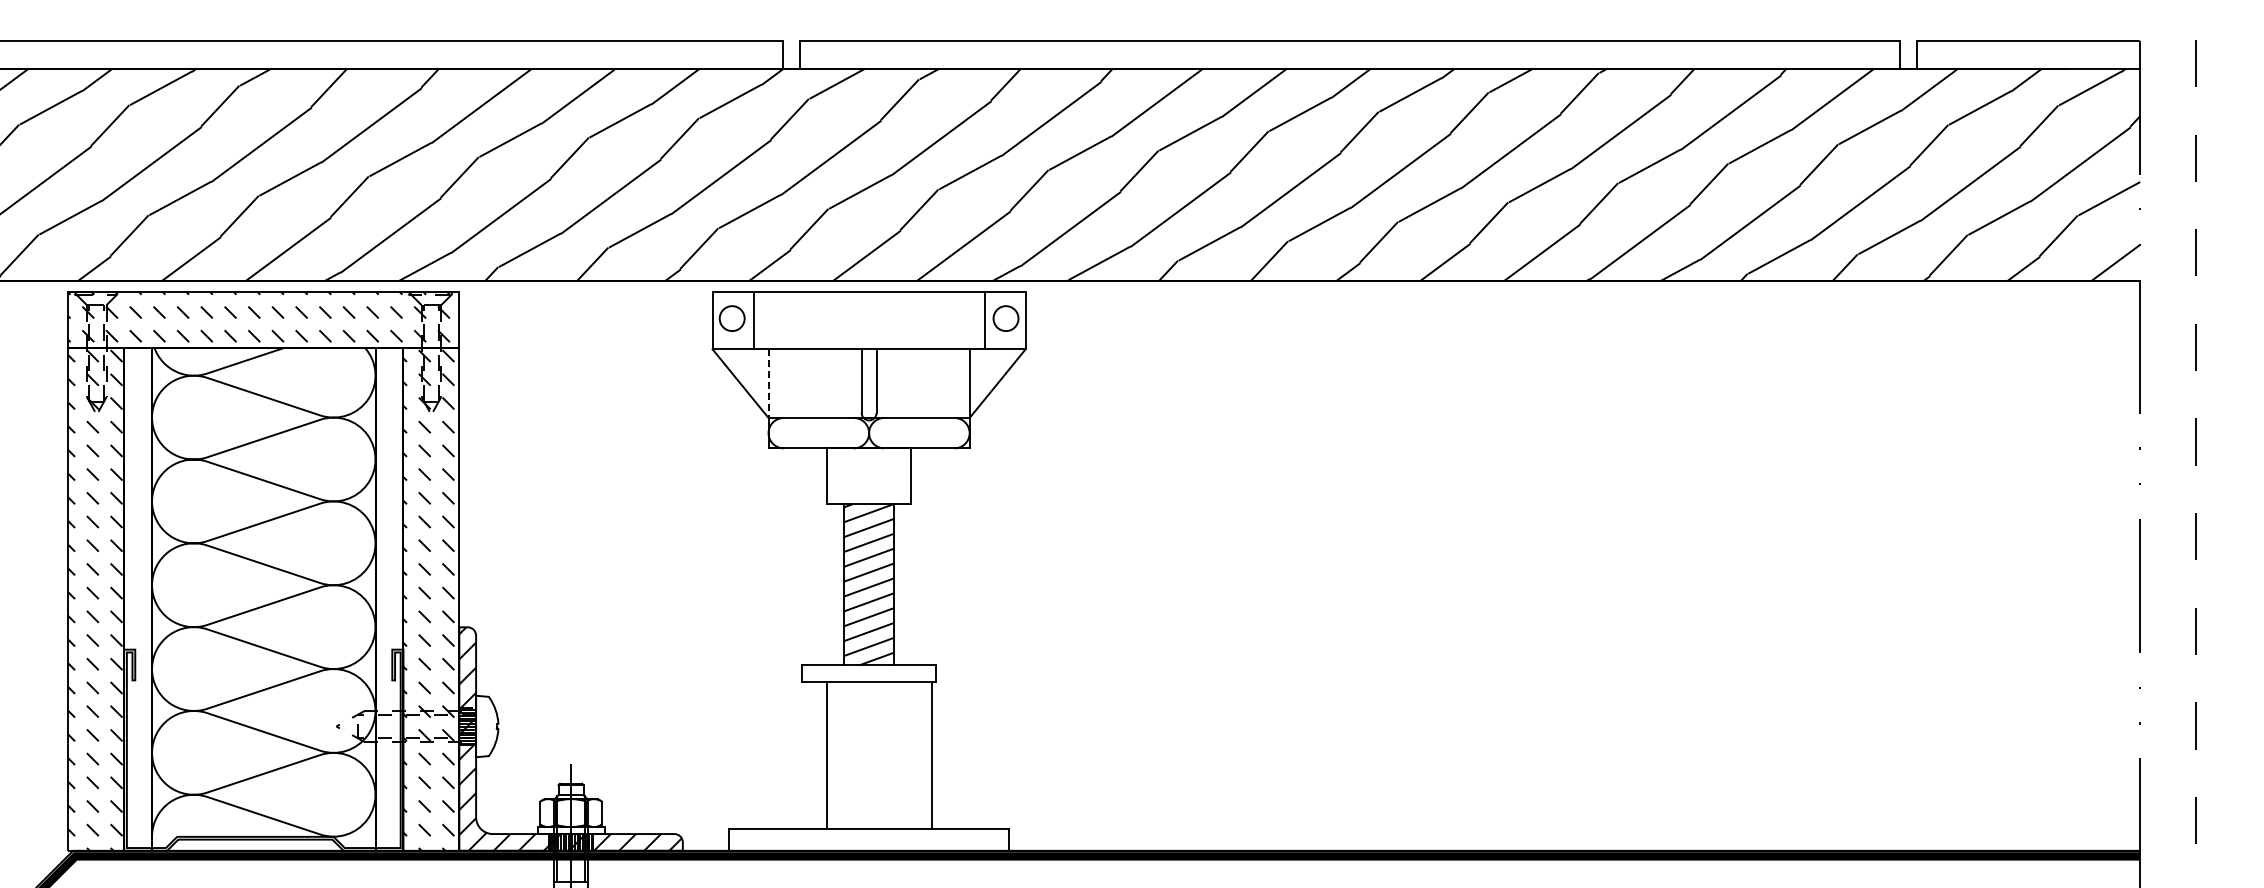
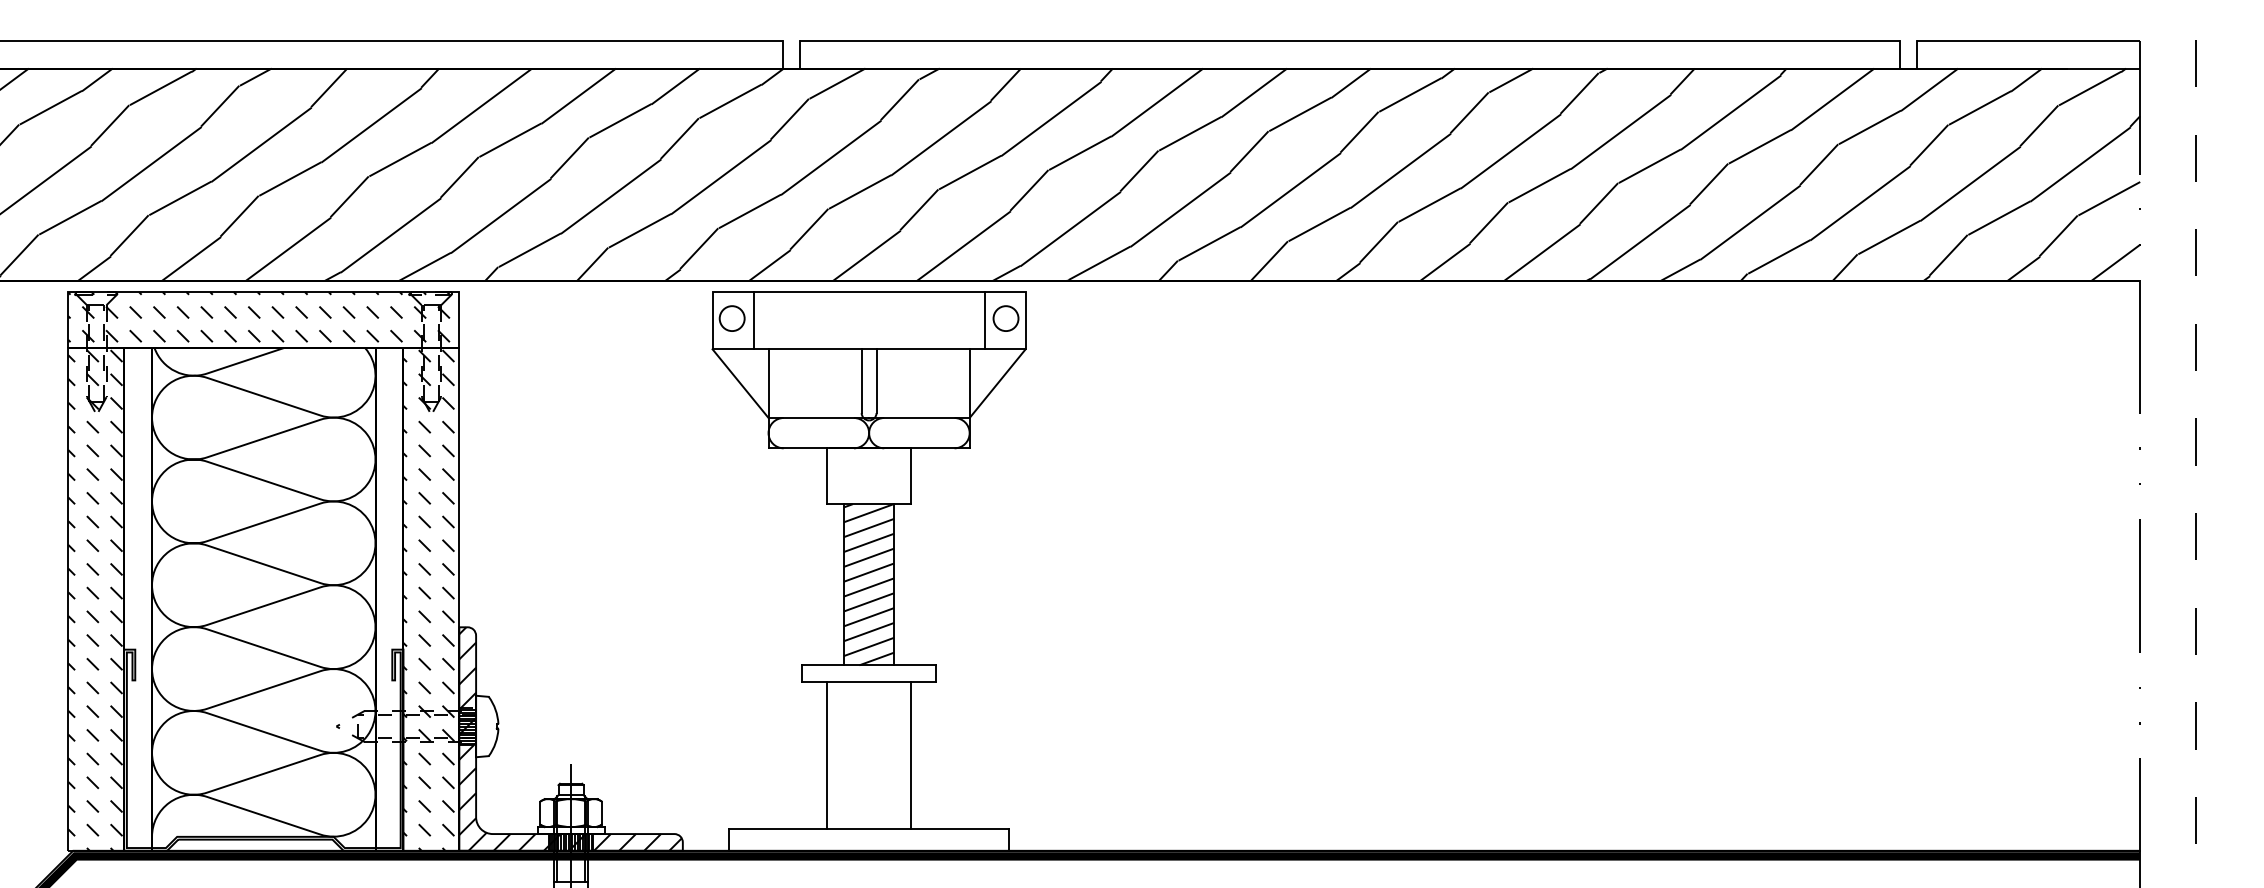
line at (768, 384): dashed -> solid
line at (932, 755) position: (932, 755) -> (911, 755)
